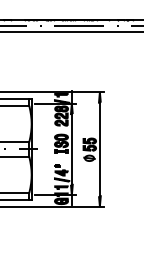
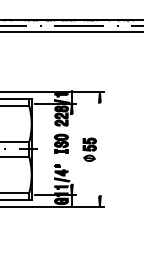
line at (71, 149): present -> none
line at (99, 149): present -> none
